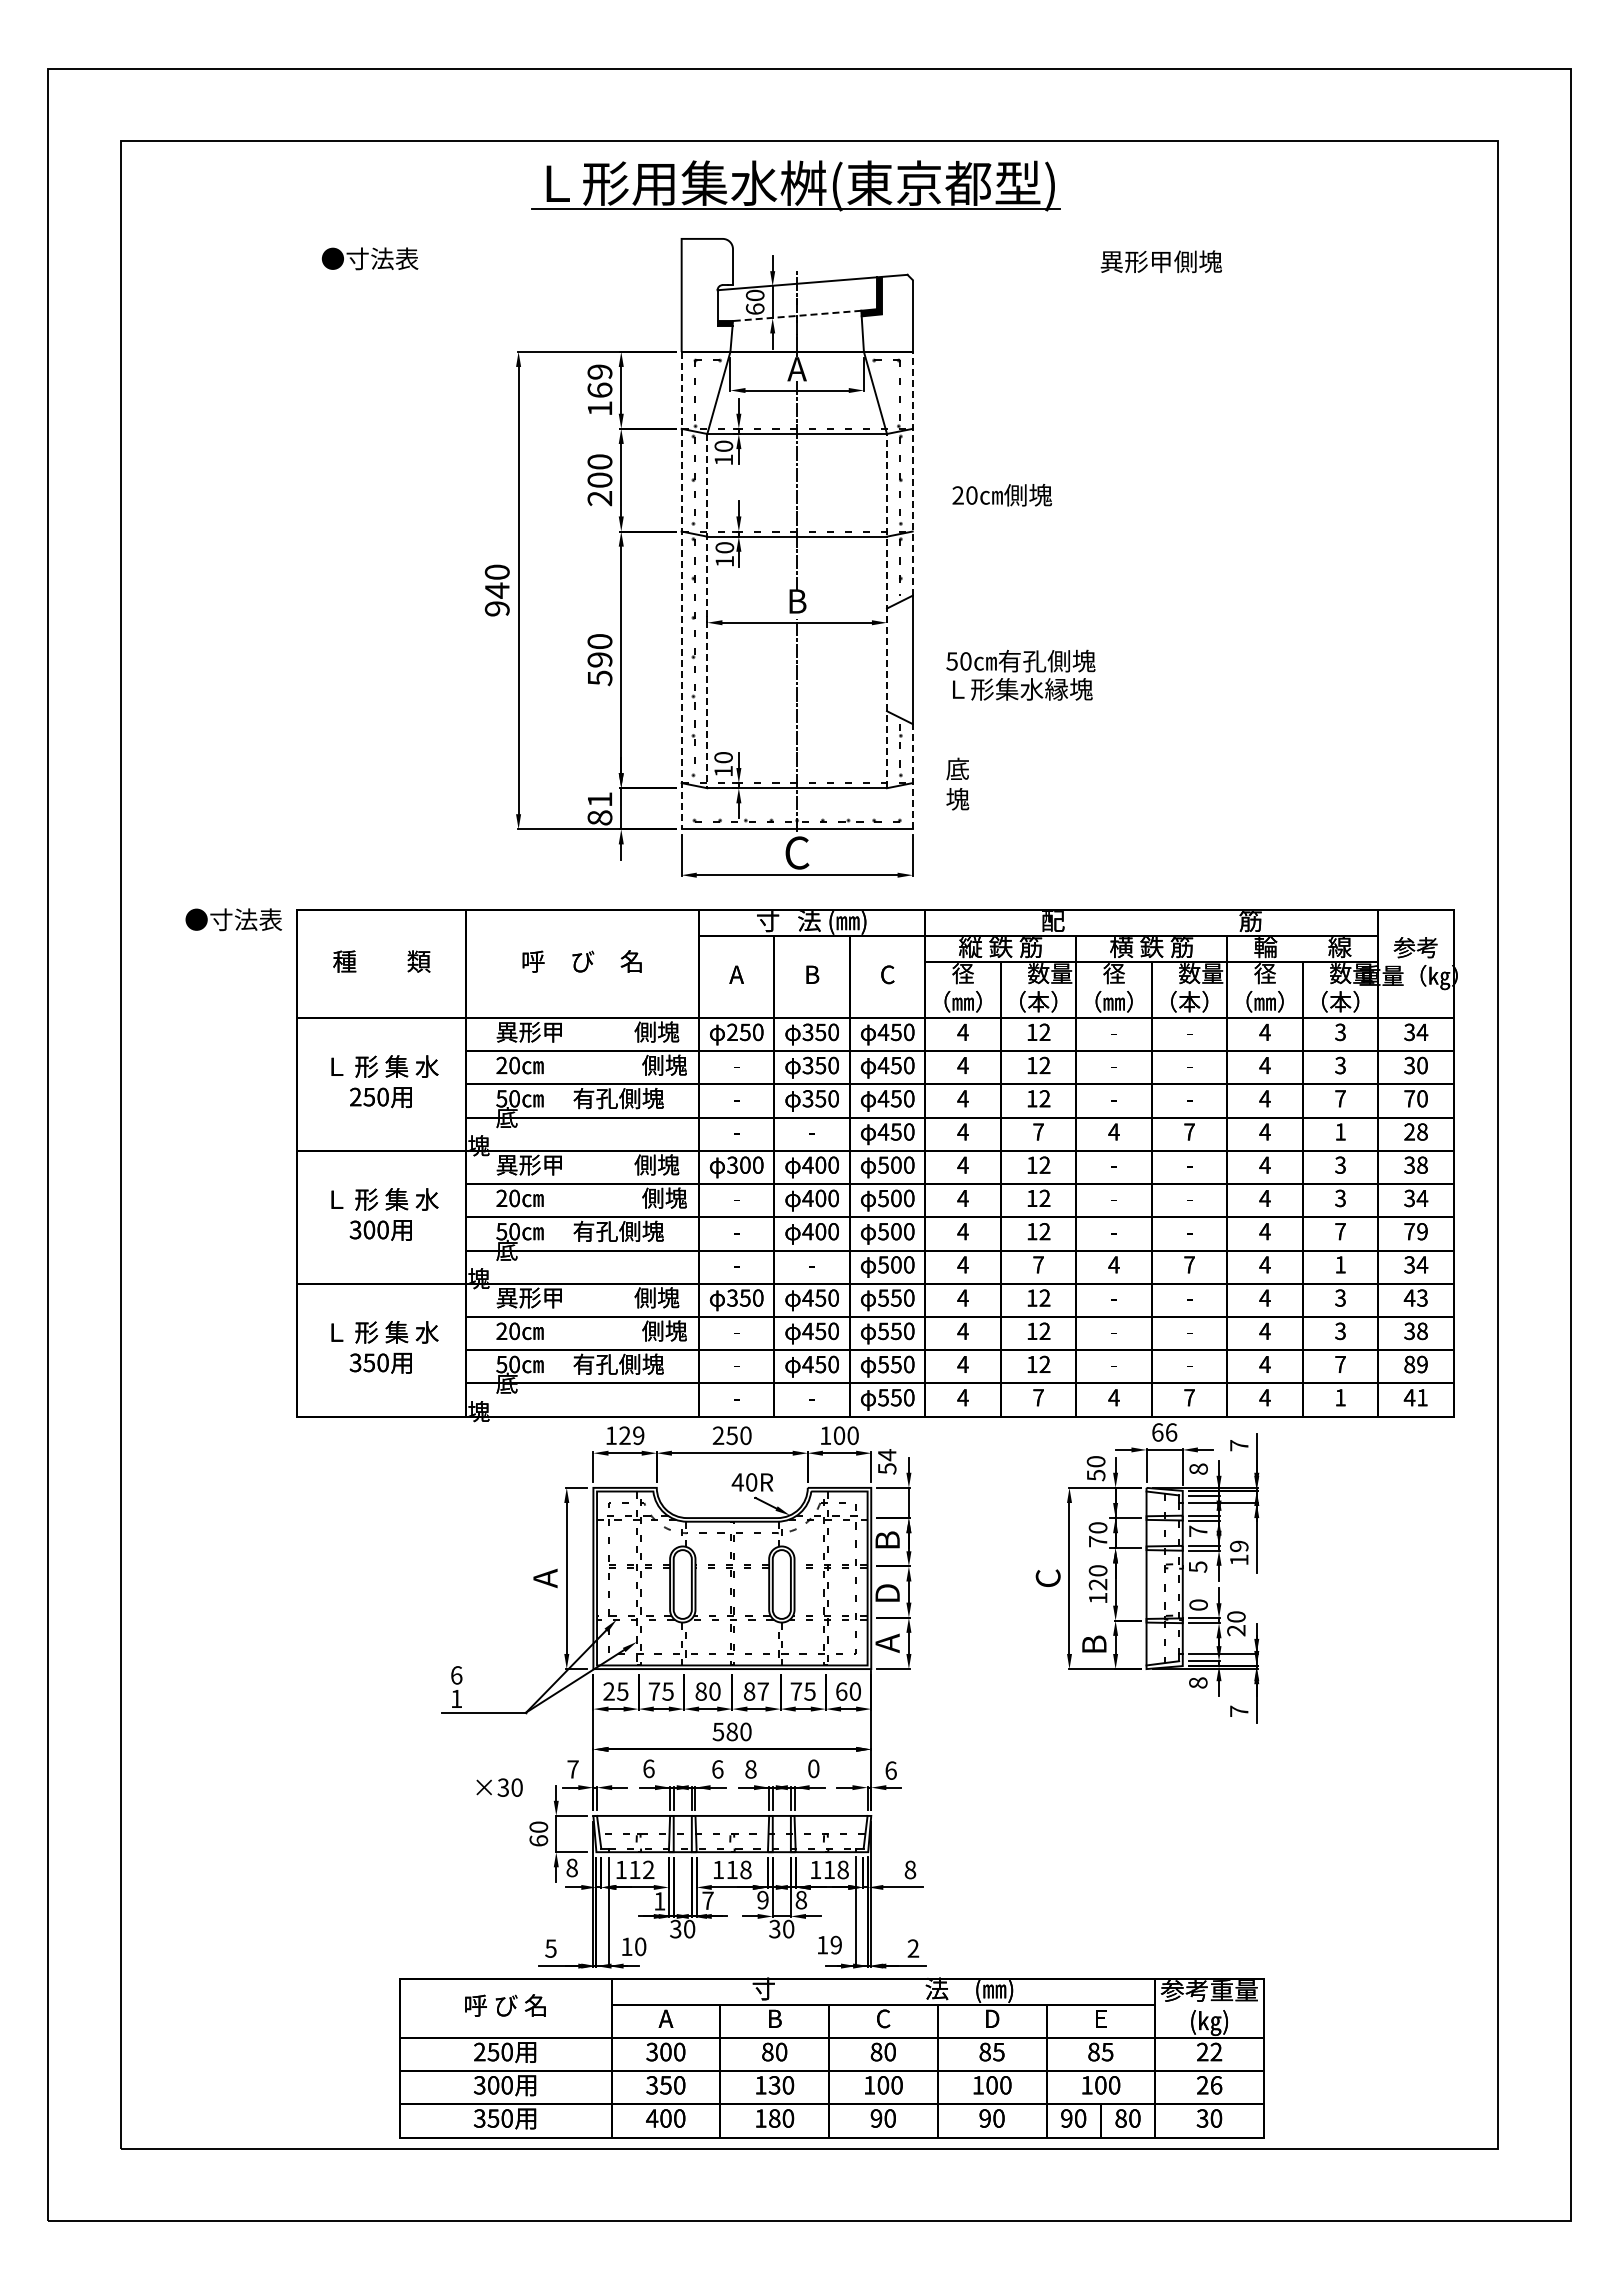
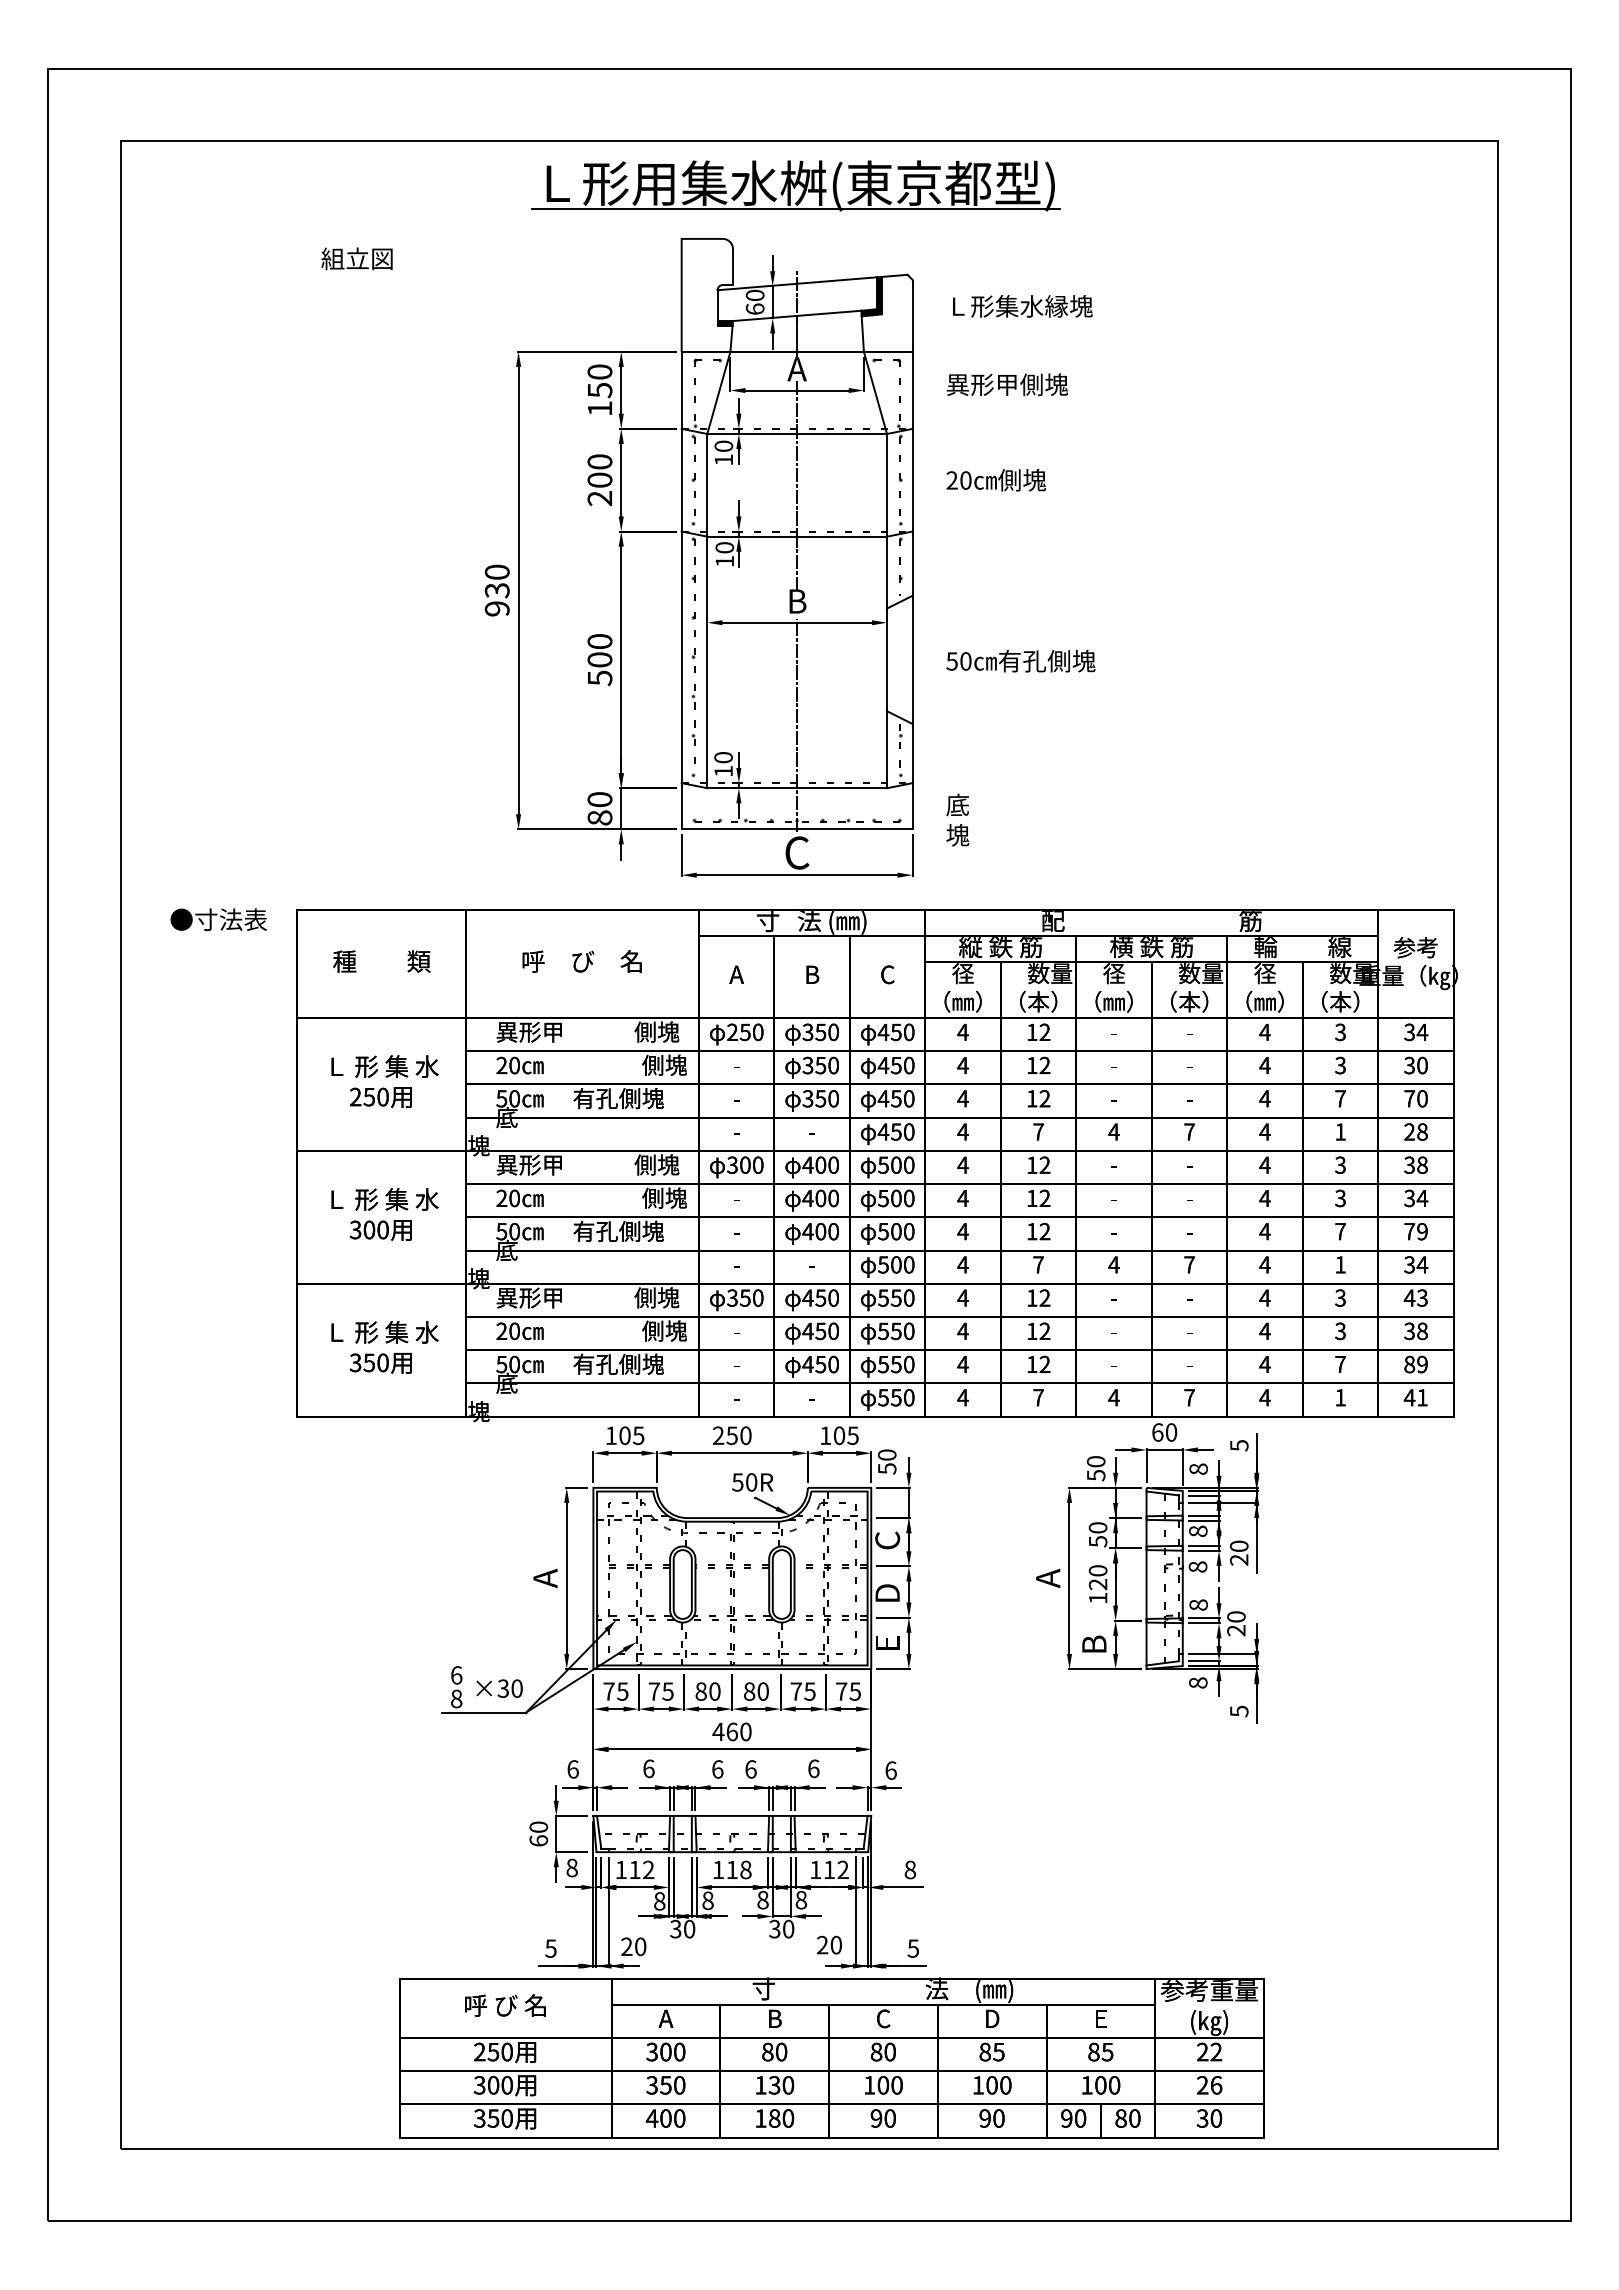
text at (369, 258): ●寸法表 -> 組立図
text at (1160, 261) position: (1160, 261) -> (1006, 384)
line at (796, 315): dashed -> solid
text at (599, 381): 169 -> 150
line at (912, 473): dashed -> solid
text at (1001, 495) position: (1001, 495) -> (995, 480)
text at (496, 590): 940 -> 930
line at (681, 590): dashed -> solid
line at (887, 610): dashed -> solid
line at (707, 611): dashed -> solid
text at (599, 659): 590 -> 500
text at (1022, 689) position: (1022, 689) -> (1022, 306)
line at (912, 776): dashed -> solid
text at (957, 783) position: (957, 783) -> (957, 819)
text at (599, 799): 81 -> 80
text at (233, 919) position: (233, 919) -> (218, 919)
text at (1171, 1432): 66 -> 60
text at (631, 1435): 129 -> 105
text at (852, 1435): 100 -> 105
text at (1239, 1445): 7 -> 5
text at (887, 1455): 54 -> 50
text at (737, 1482): 40R -> 50R
text at (1198, 1530): 7 -> 8
text at (887, 1540): B -> C
text at (1098, 1541): 70 -> 50
text at (1239, 1552): 19 -> 20
text at (1197, 1566): 5 -> 8
text at (1047, 1578): C -> A
text at (1198, 1604): 0 -> 8
text at (887, 1643): A -> E
text at (608, 1691): 25 -> 75
text at (762, 1691): 87 -> 80
text at (848, 1691): 60 -> 75
text at (456, 1698): 1 -> 8
text at (1239, 1711): 7 -> 5
text at (725, 1731): 580 -> 460
text at (813, 1768): 0 -> 6
text at (572, 1769): 7 -> 6
text at (750, 1769): 8 -> 6
text at (499, 1787) position: (499, 1787) -> (499, 1688)
text at (842, 1869): 118 -> 112
text at (707, 1900): 7 -> 8
text at (762, 1900): 9 -> 8
text at (659, 1901): 1 -> 8
text at (829, 1944): 19 -> 20
text at (626, 1946): 10 -> 20
text at (913, 1948): 2 -> 5
